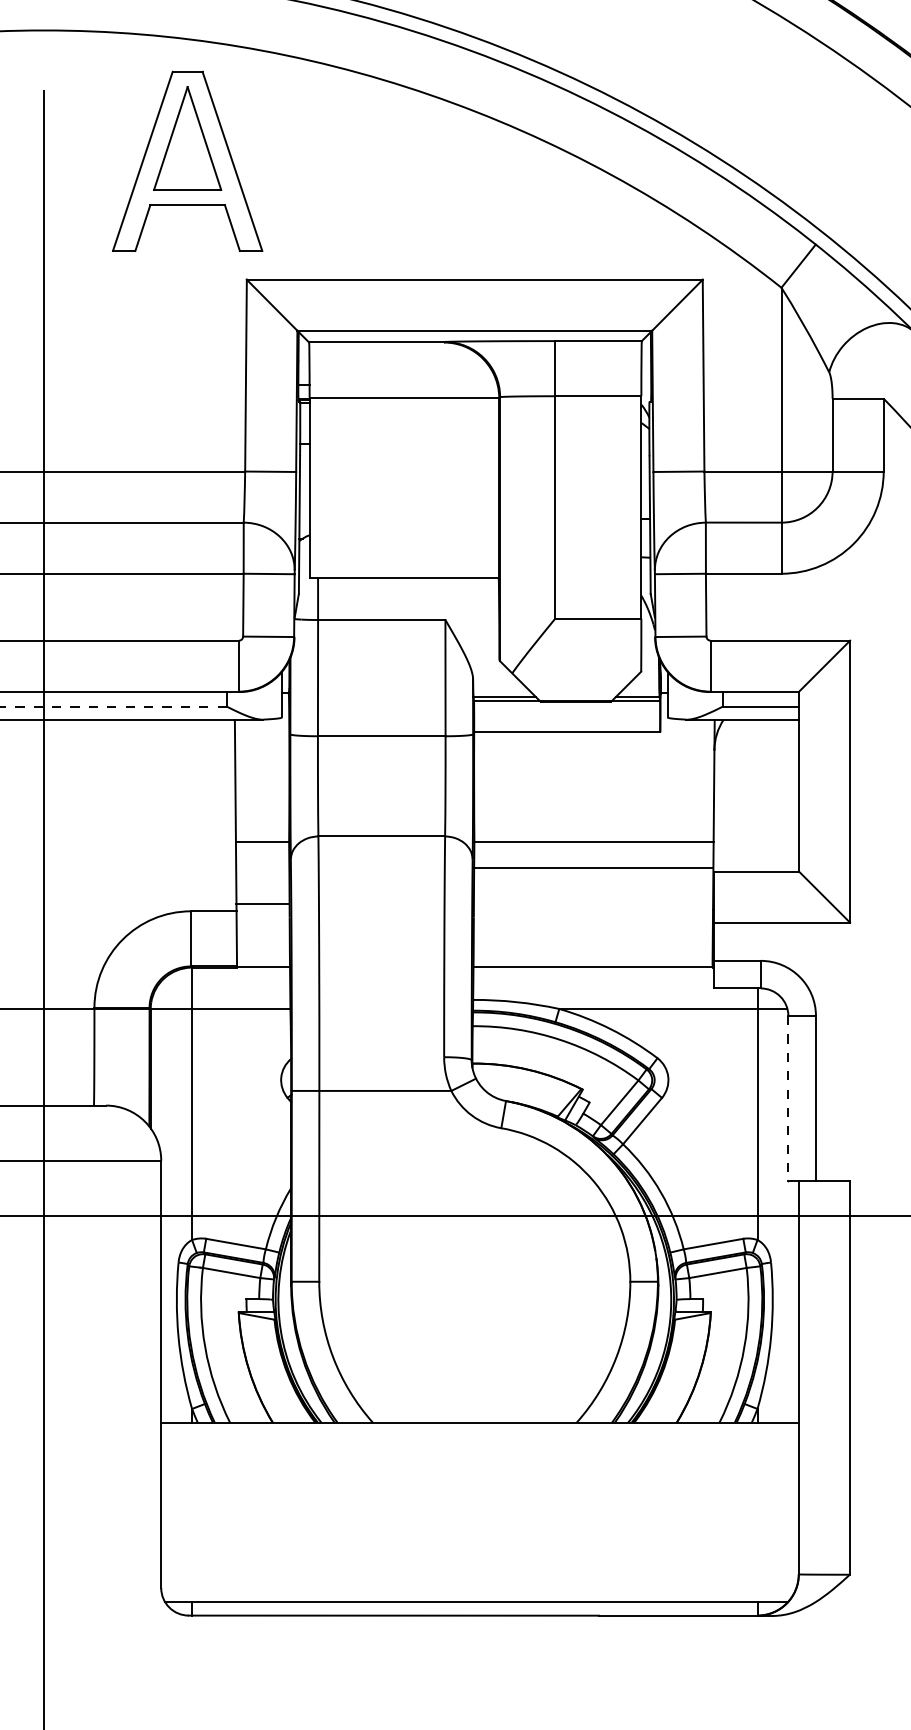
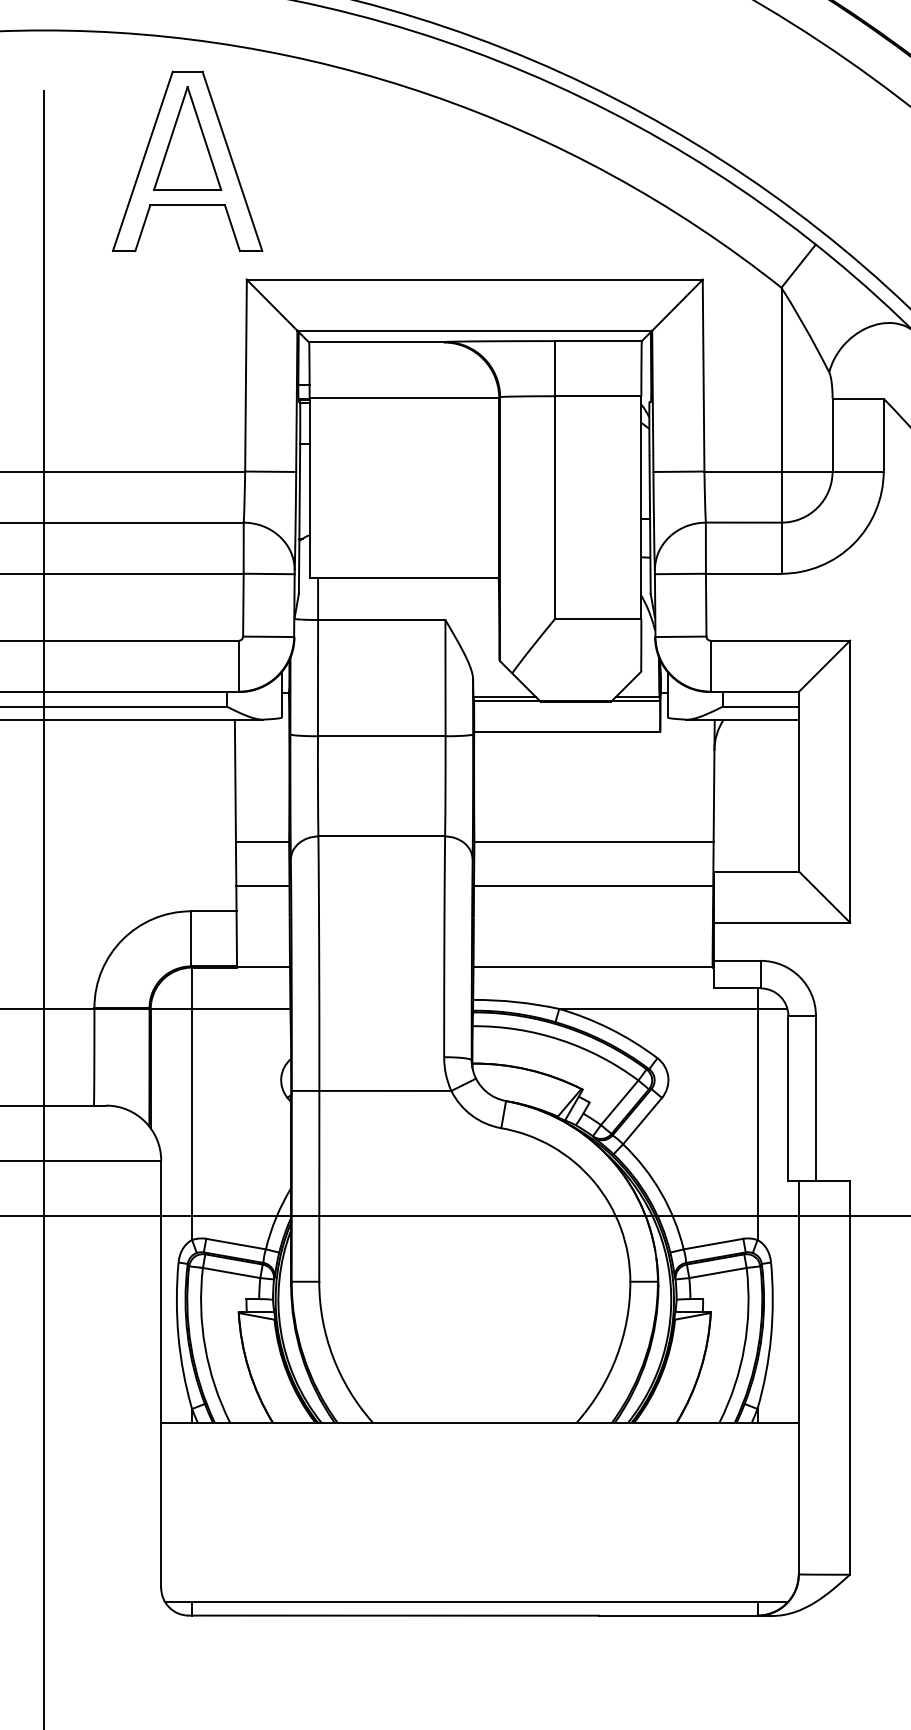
line at (112, 706): dashed -> solid
line at (593, 867) position: (593, 867) -> (593, 885)
line at (262, 903) position: (262, 903) -> (262, 885)
line at (788, 1098): dashed -> solid
